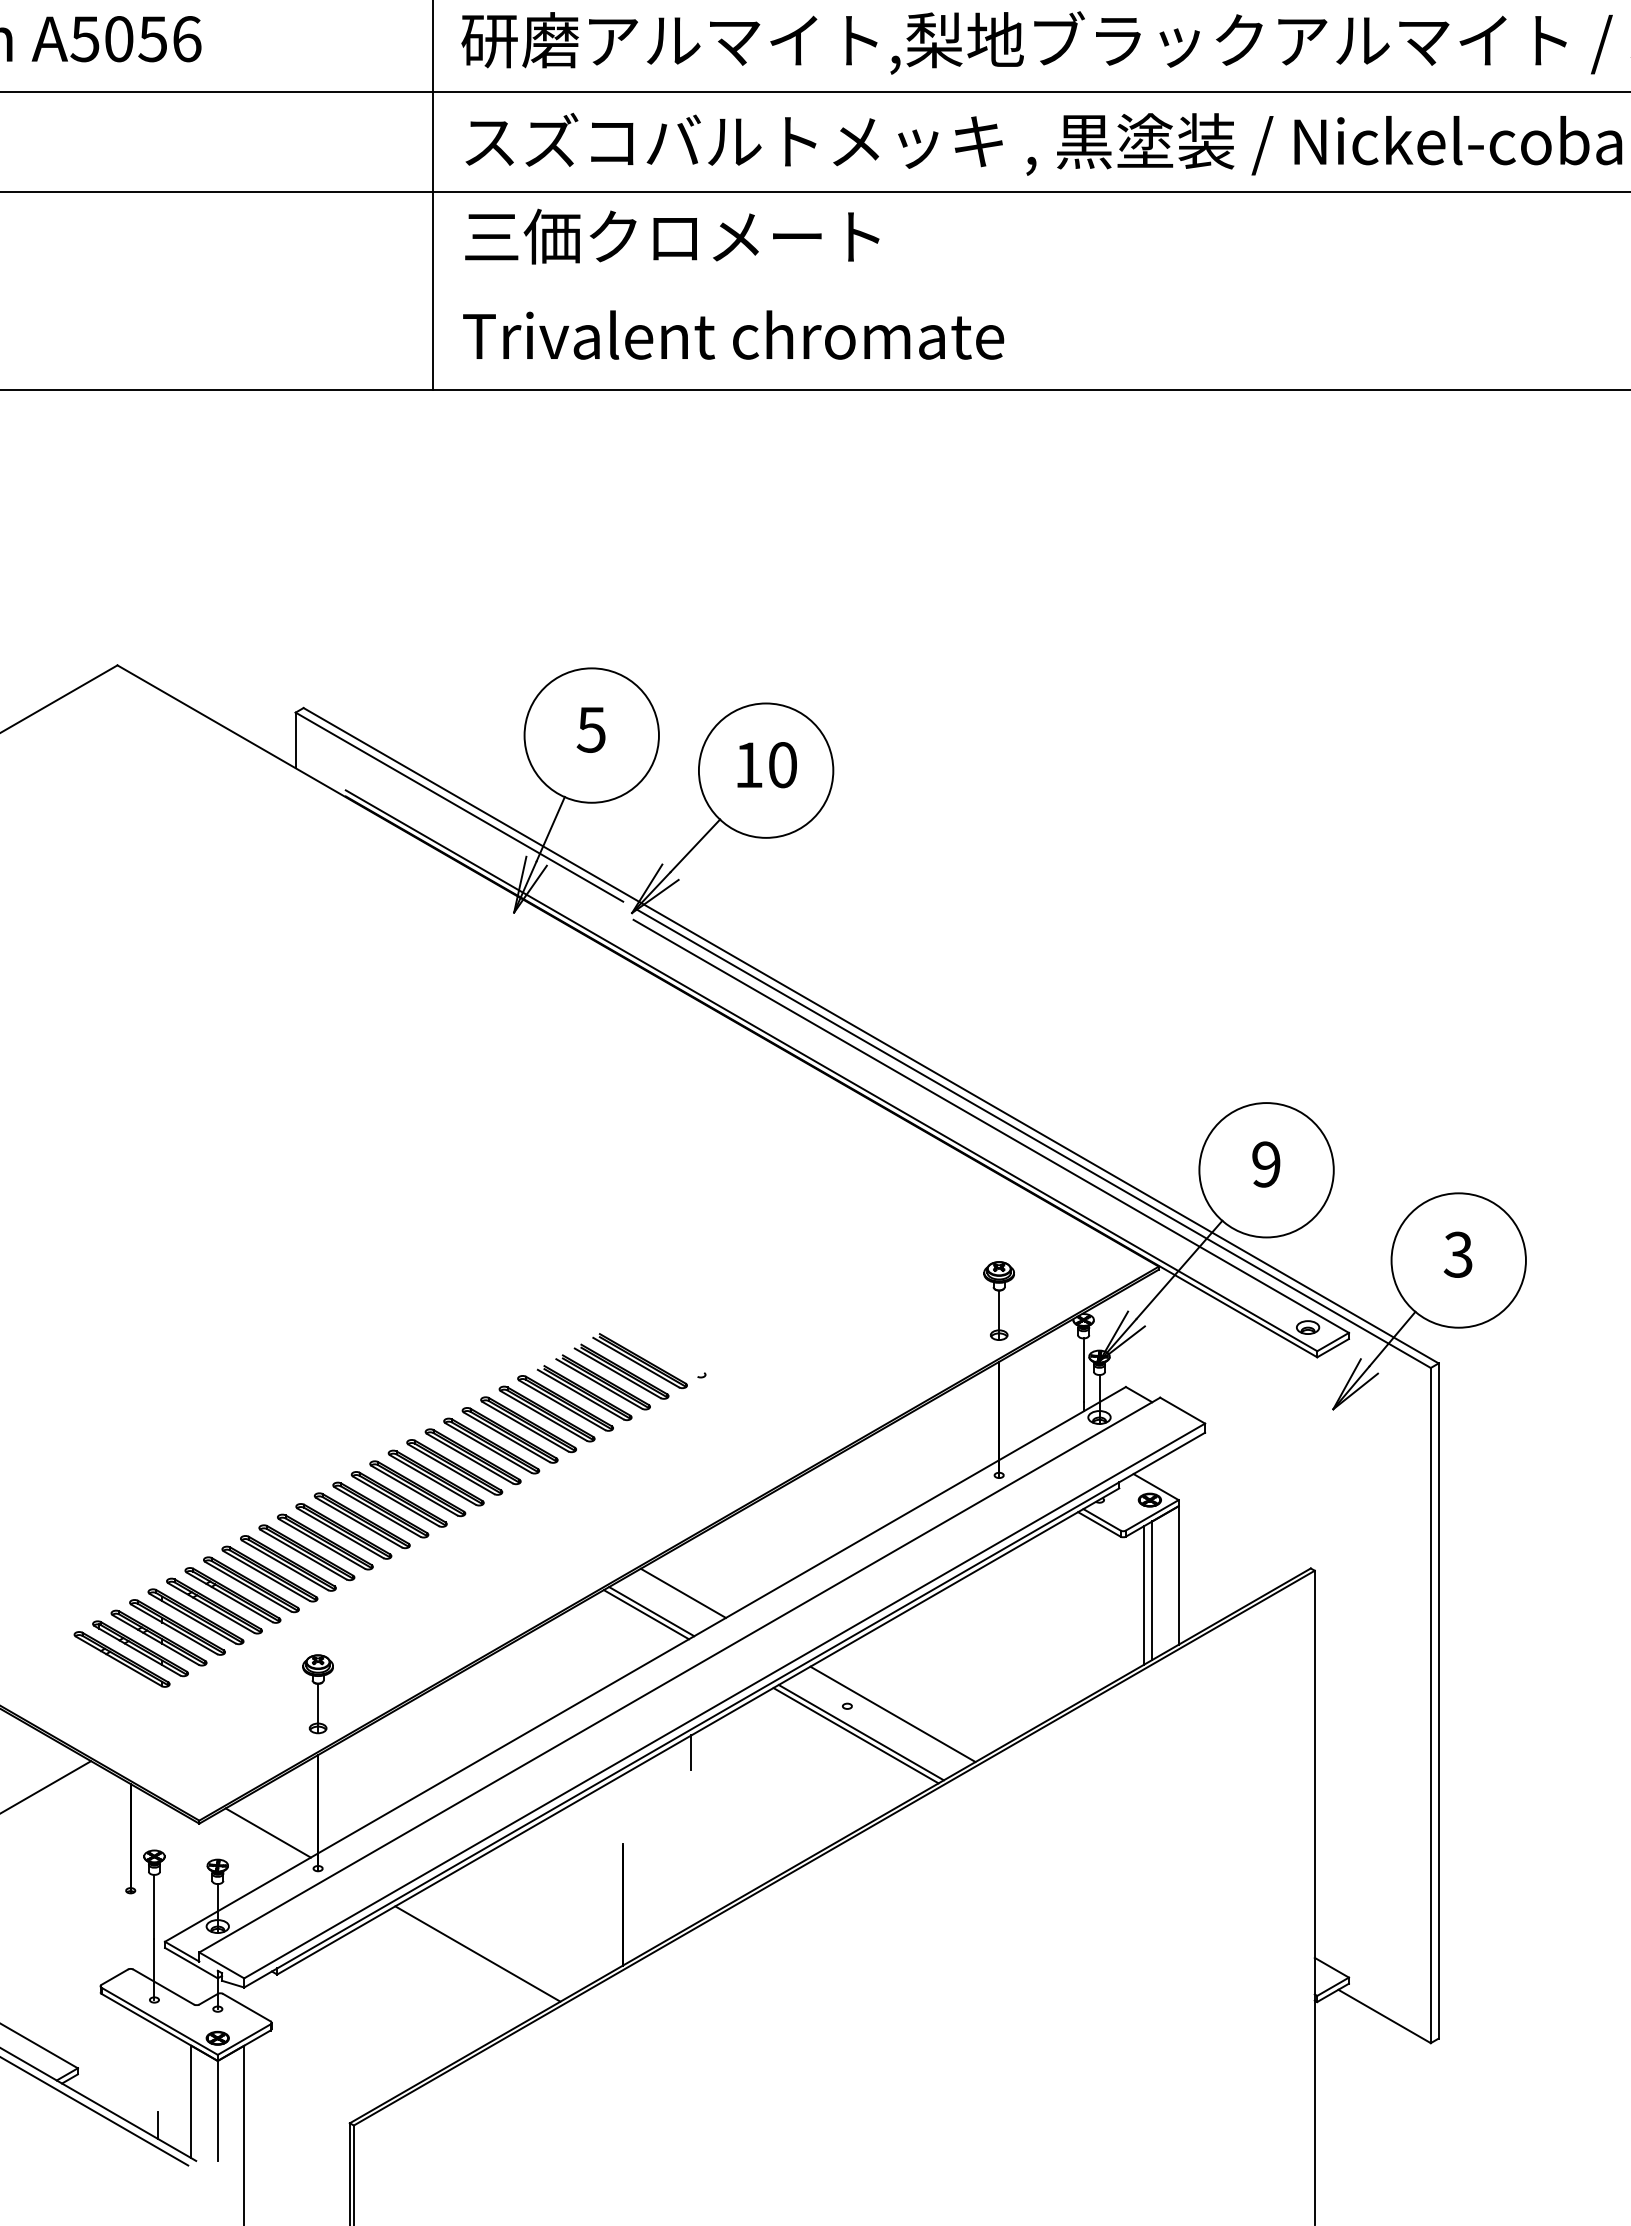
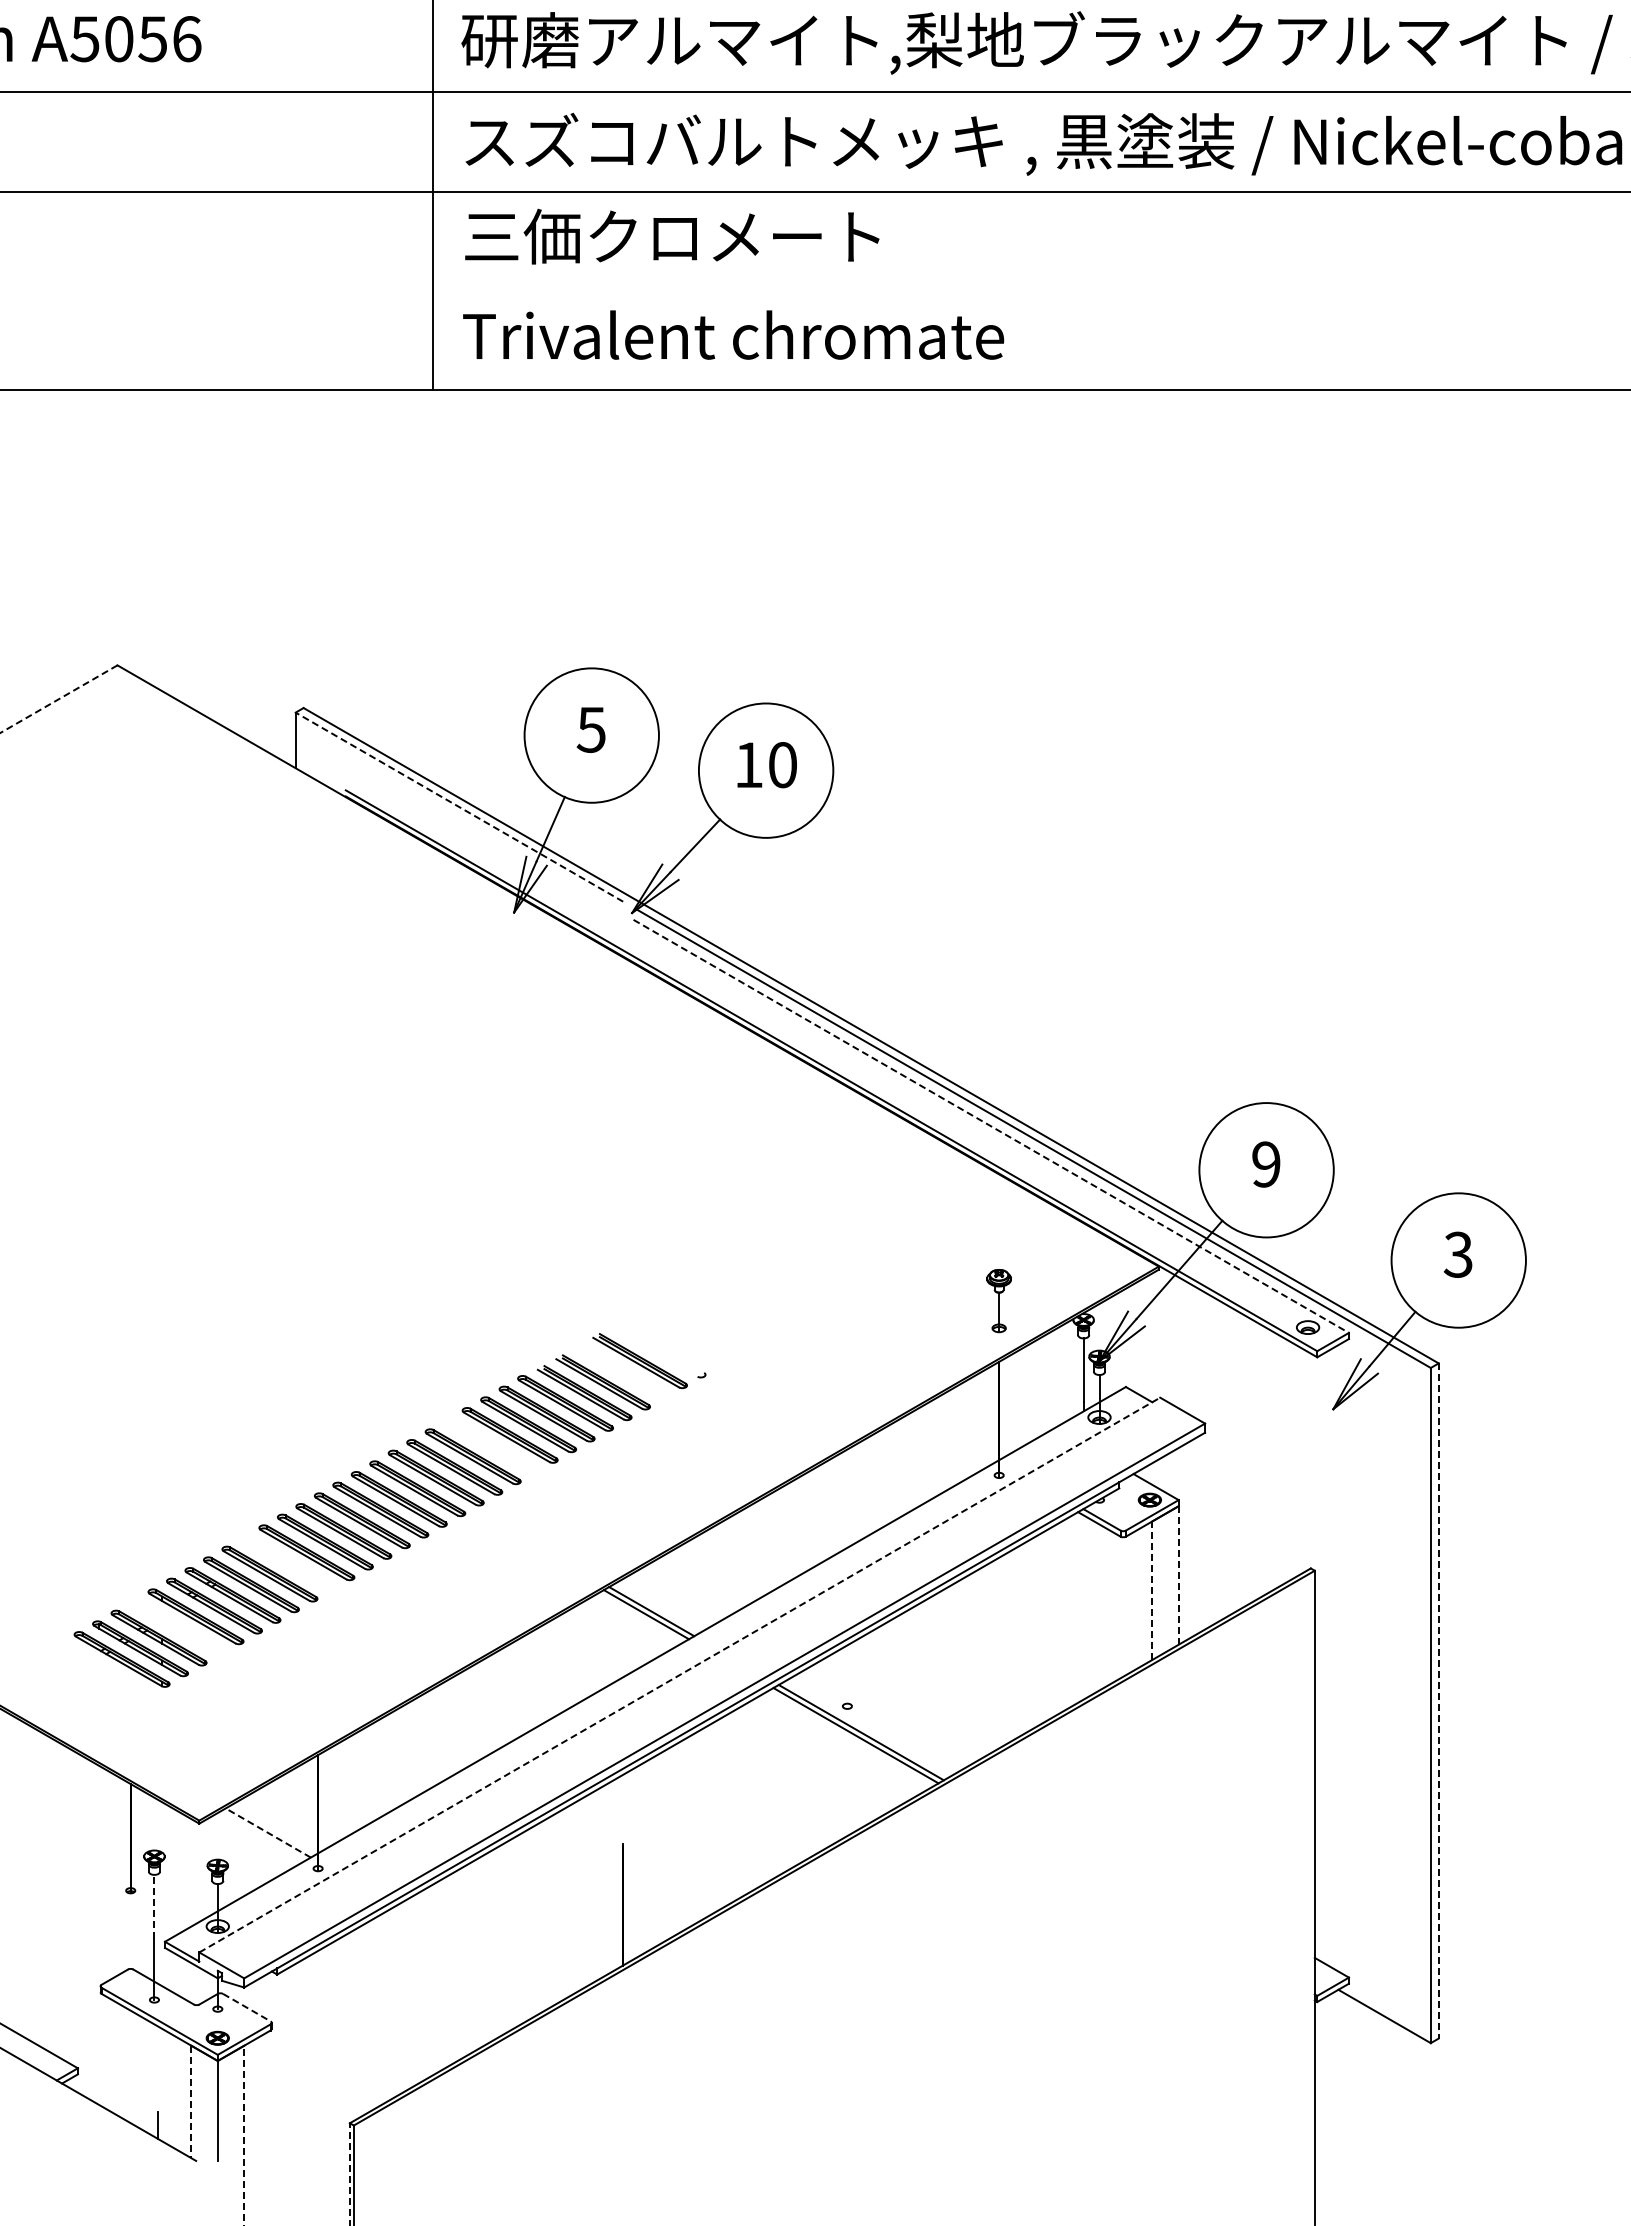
line at (58, 699): solid -> dashed
line at (459, 806): solid -> dashed
line at (991, 1126): solid -> dashed
part at (998, 1300) size: 32x80 px -> 26x65 px
part at (621, 1371): present -> none
part at (491, 1445): present -> none
part at (288, 1563): present -> none
line at (1178, 1575): solid -> dashed
line at (1152, 1591): solid -> dashed
line at (682, 1592): present -> none
line at (1144, 1595): present -> none
part at (177, 1627): present -> none
line at (679, 1675): solid -> dashed
part at (317, 1694): present -> none
line at (1438, 1700): solid -> dashed
line at (892, 1714): present -> none
line at (691, 1752): present -> none
line at (46, 1786): present -> none
line at (267, 1832): solid -> dashed
line at (154, 1906): solid -> dashed
line at (477, 1953): present -> none
line at (247, 2007): solid -> dashed
line at (191, 2102): solid -> dashed
line at (95, 2111): present -> none
line at (244, 2135): solid -> dashed
line at (349, 2174): solid -> dashed
